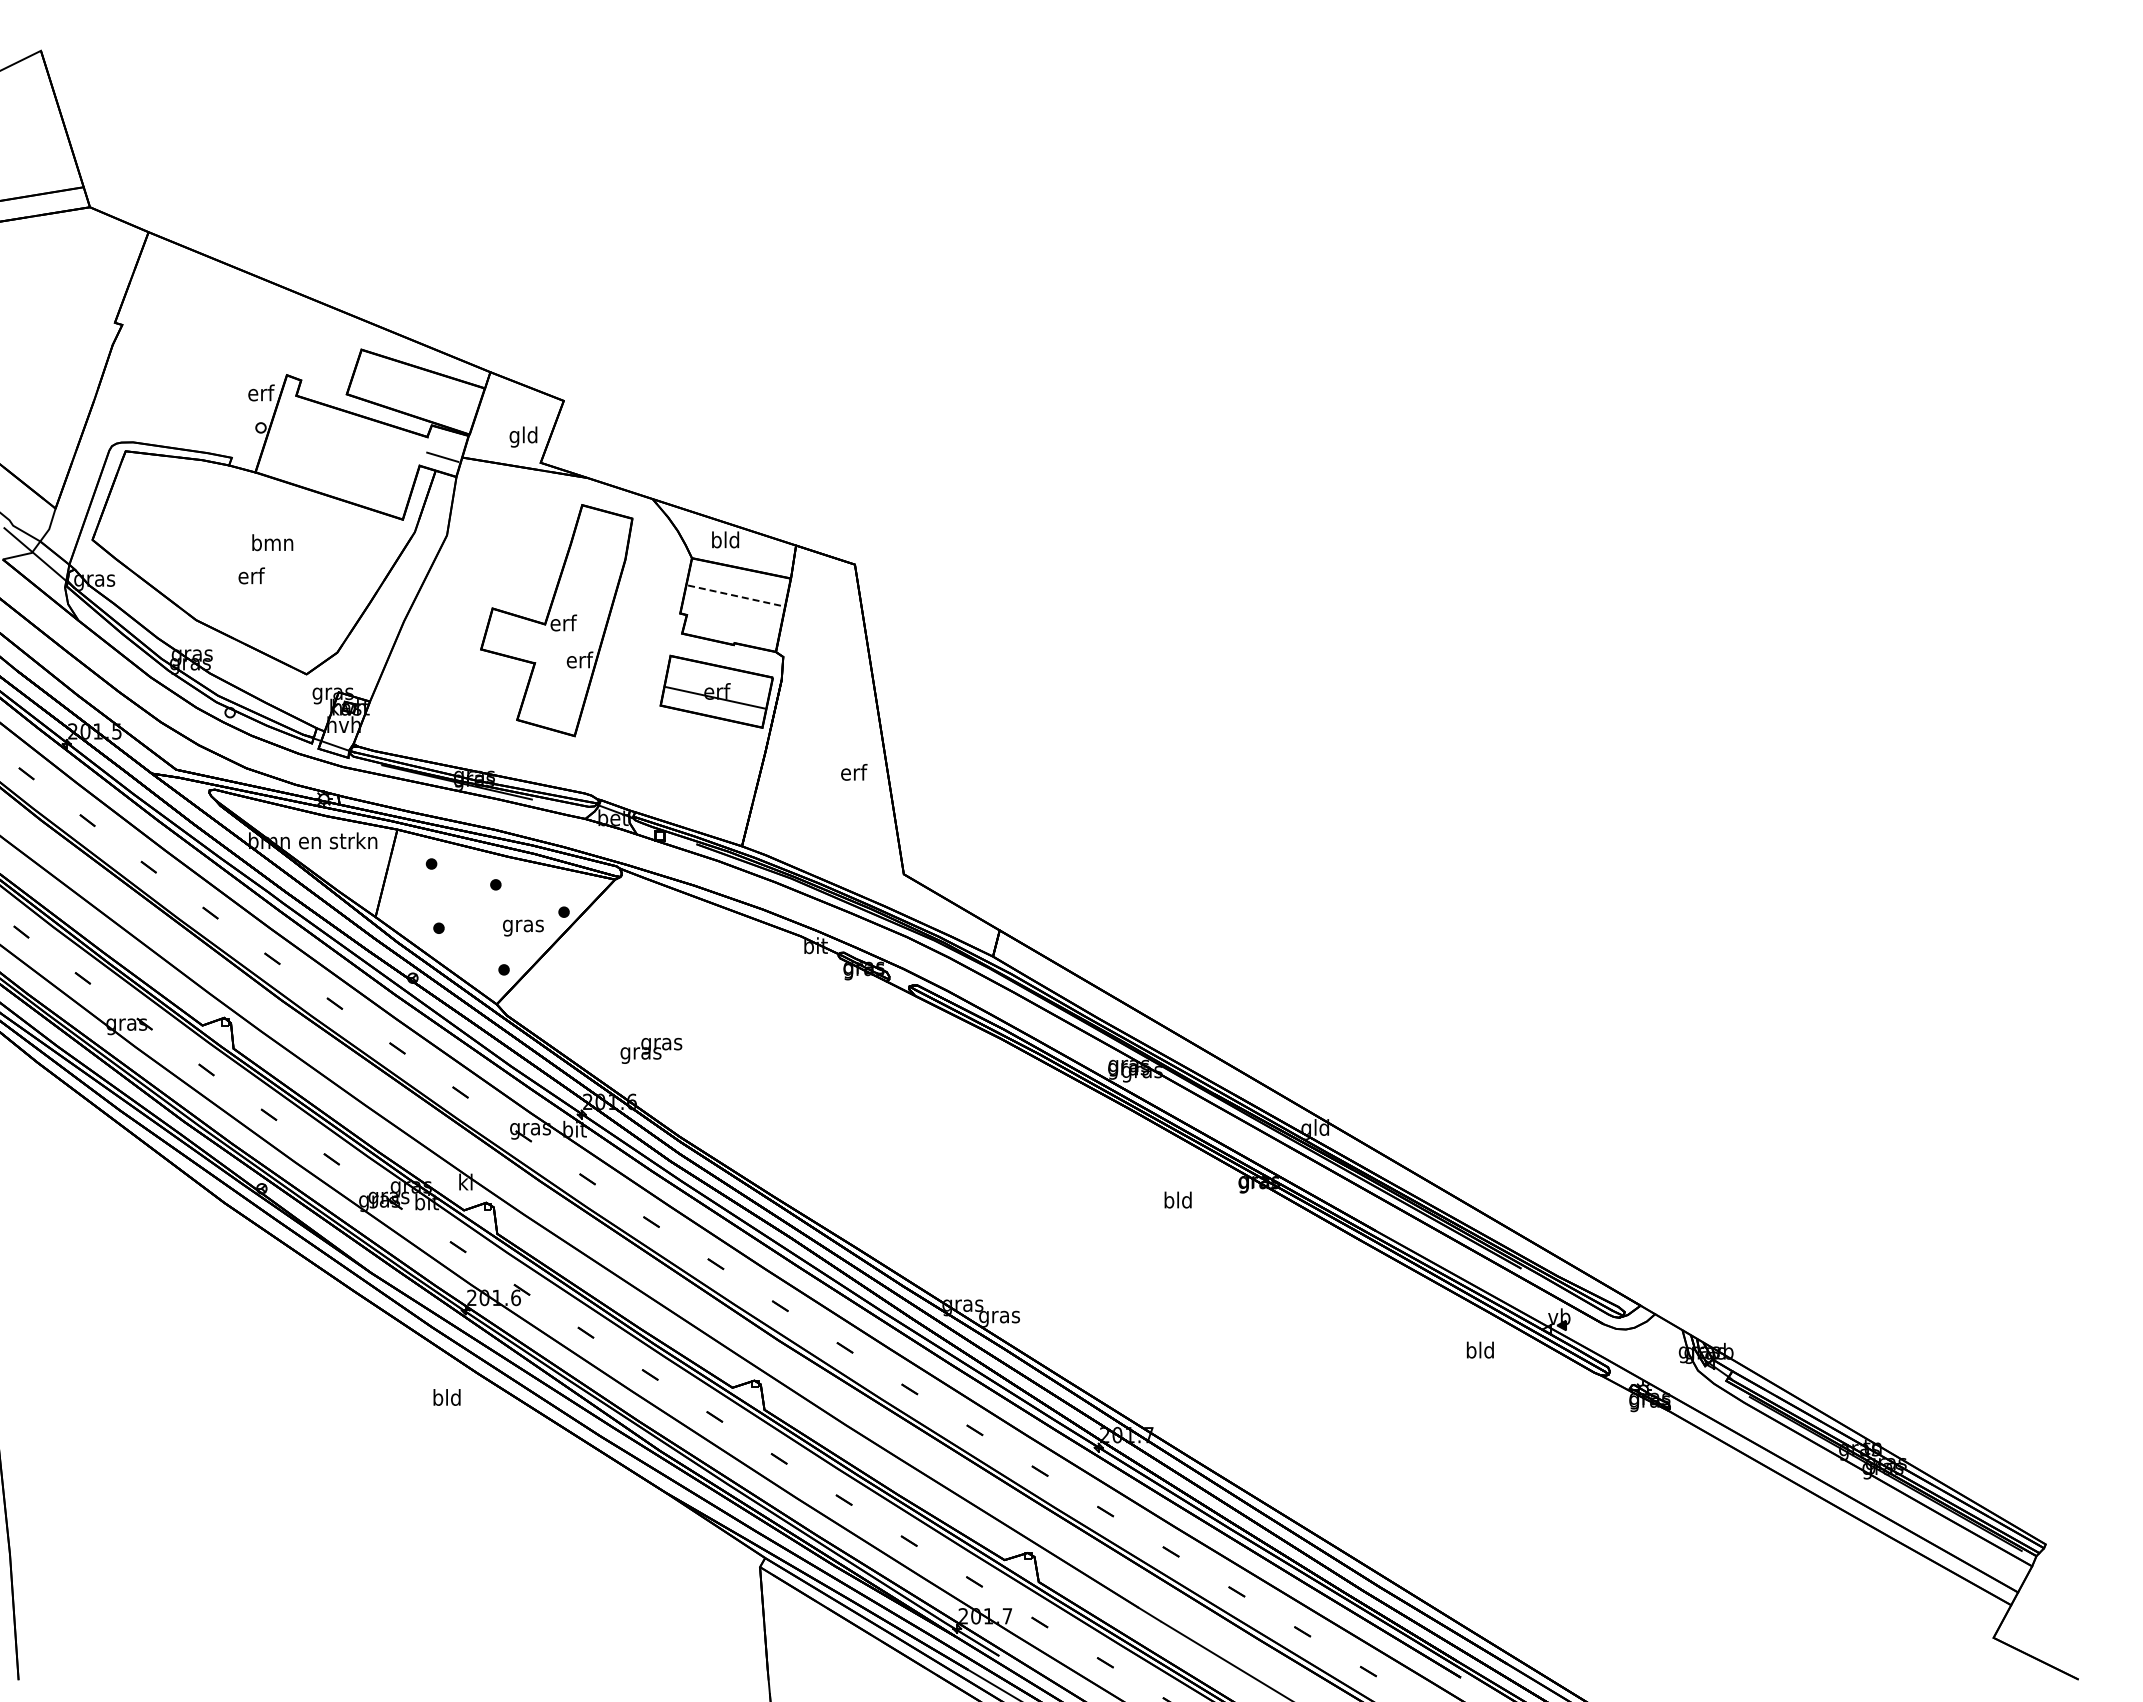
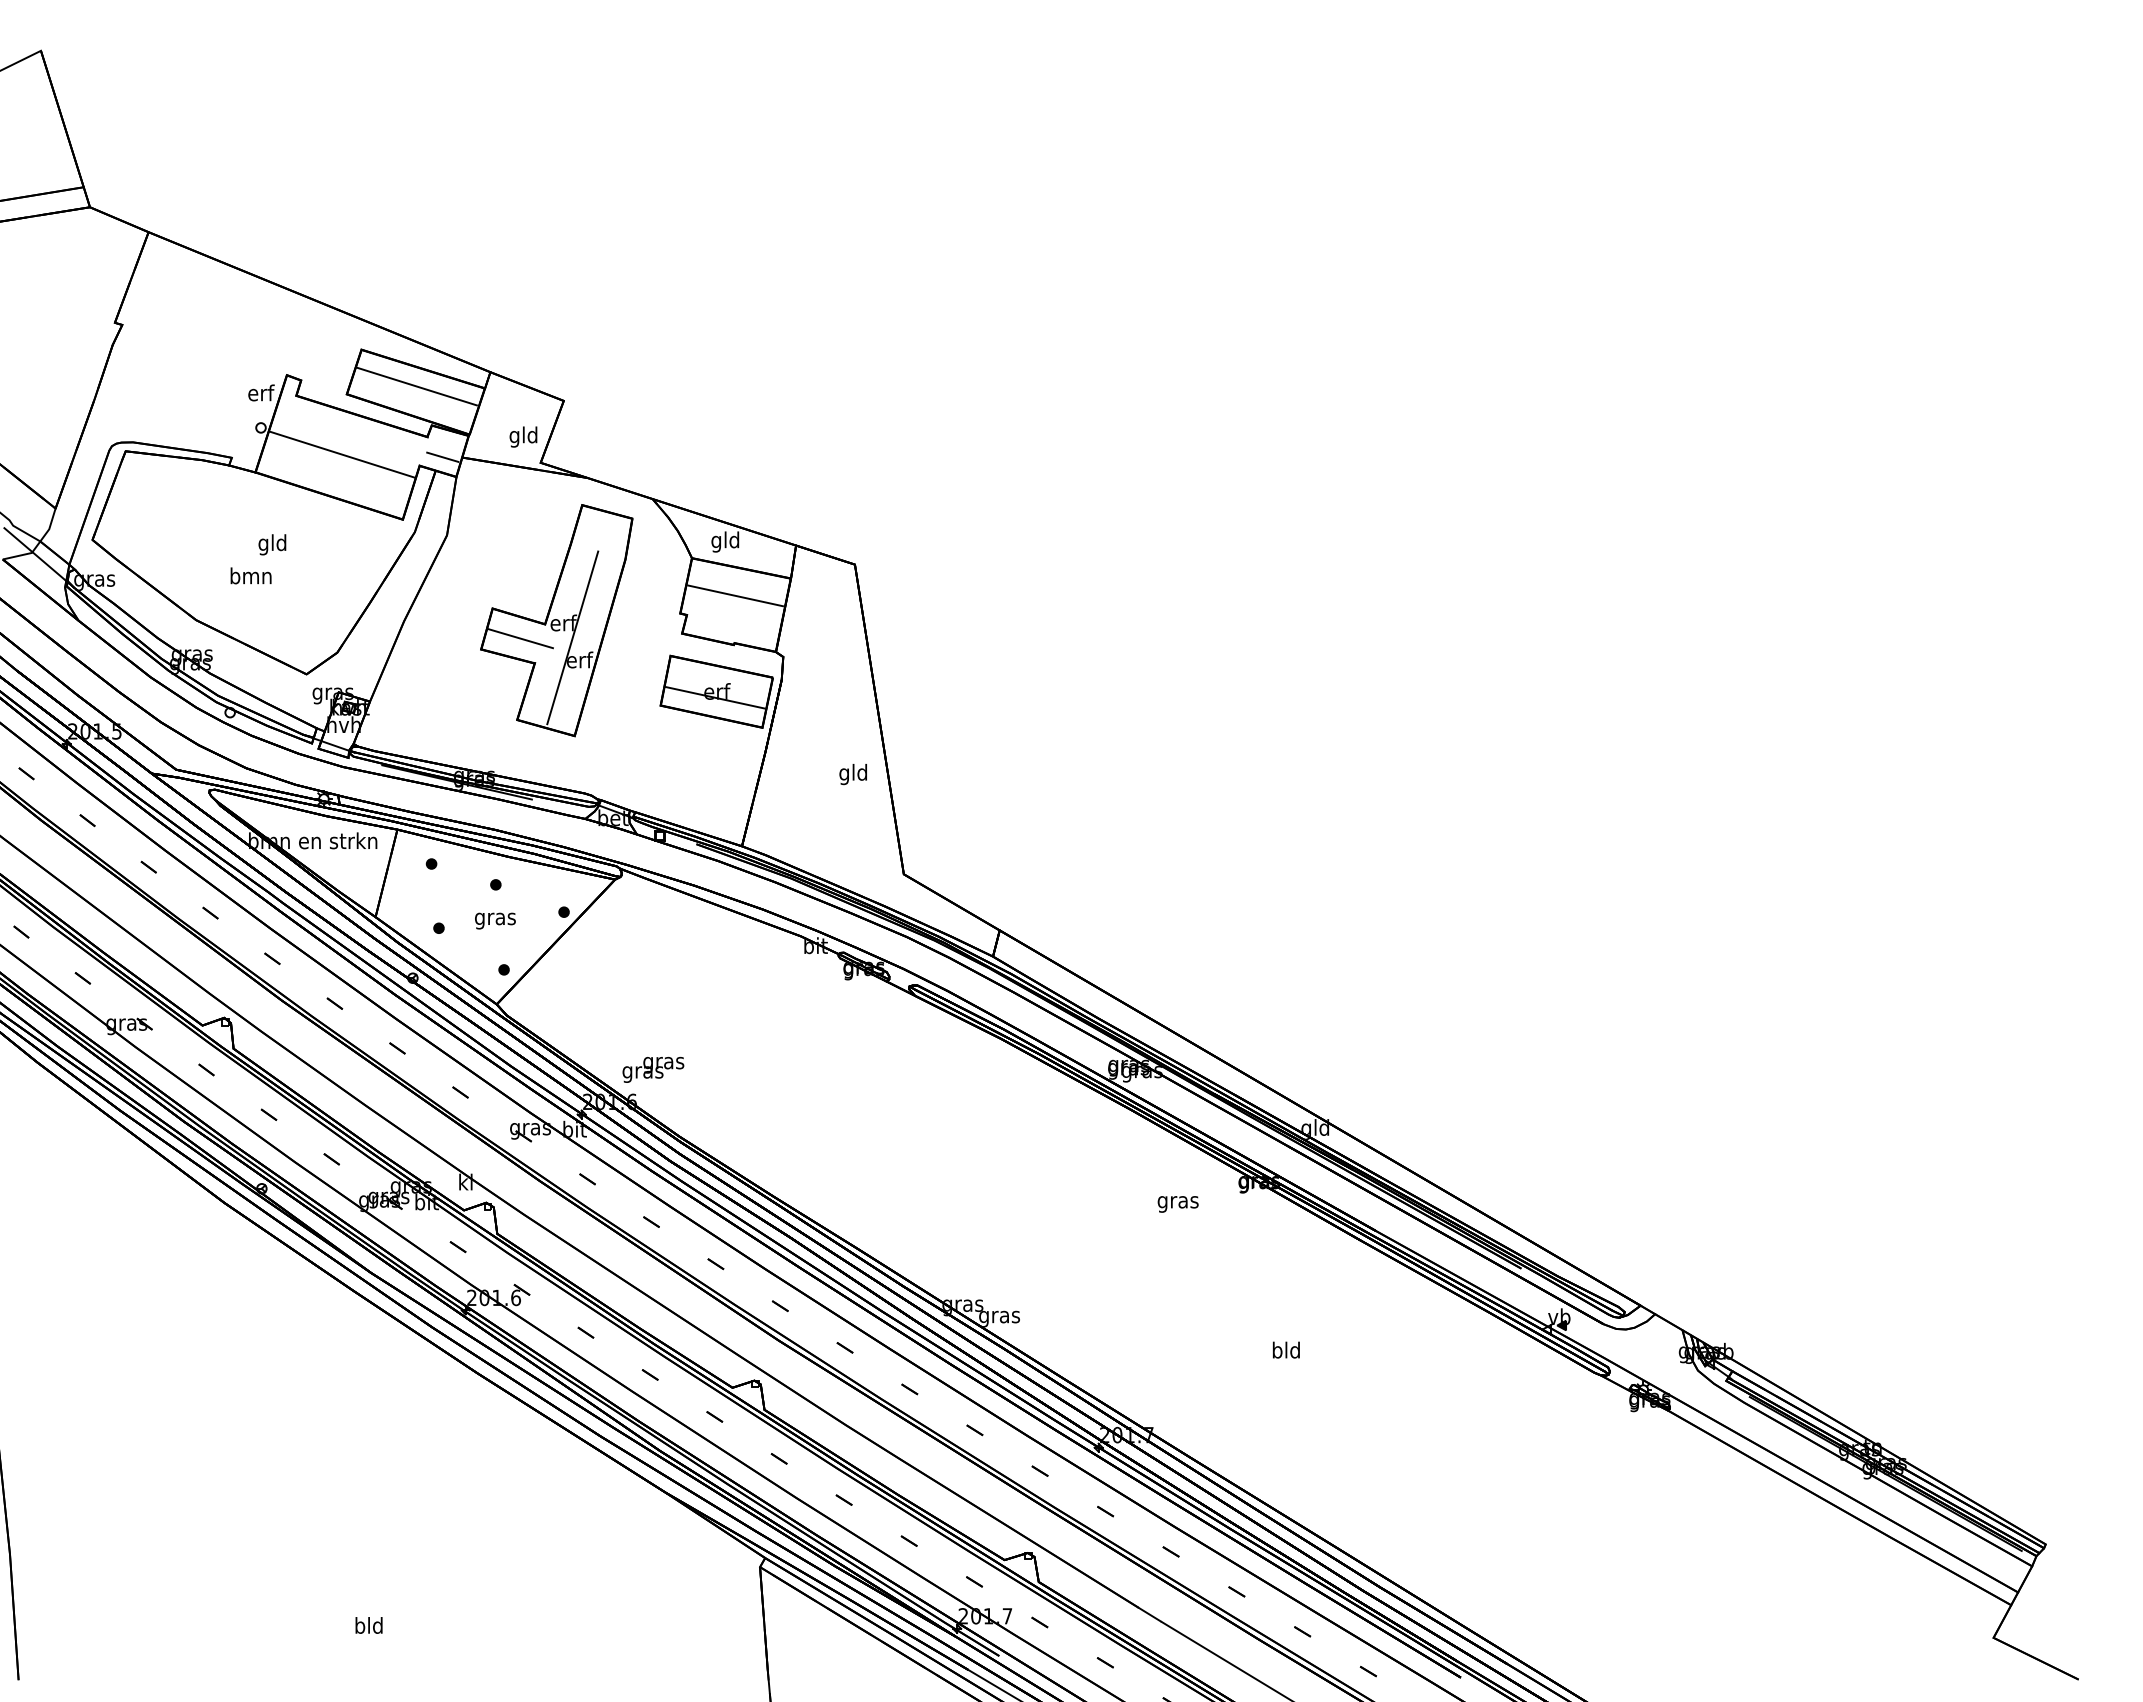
line at (416, 386): none -> present
line at (342, 454): none -> present
text at (716, 541): bld -> gld
text at (272, 544): bmn -> gld
text at (250, 575): erf -> bmn
line at (735, 595): dashed -> solid
line at (572, 637): none -> present
line at (520, 638): none -> present
text at (853, 774): erf -> gld
text at (523, 927) position: (523, 927) -> (495, 920)
text at (651, 1050) position: (651, 1050) -> (653, 1069)
text at (1177, 1201): bld -> gras
text at (1480, 1349) position: (1480, 1349) -> (1286, 1349)
text at (446, 1397) position: (446, 1397) -> (368, 1625)
